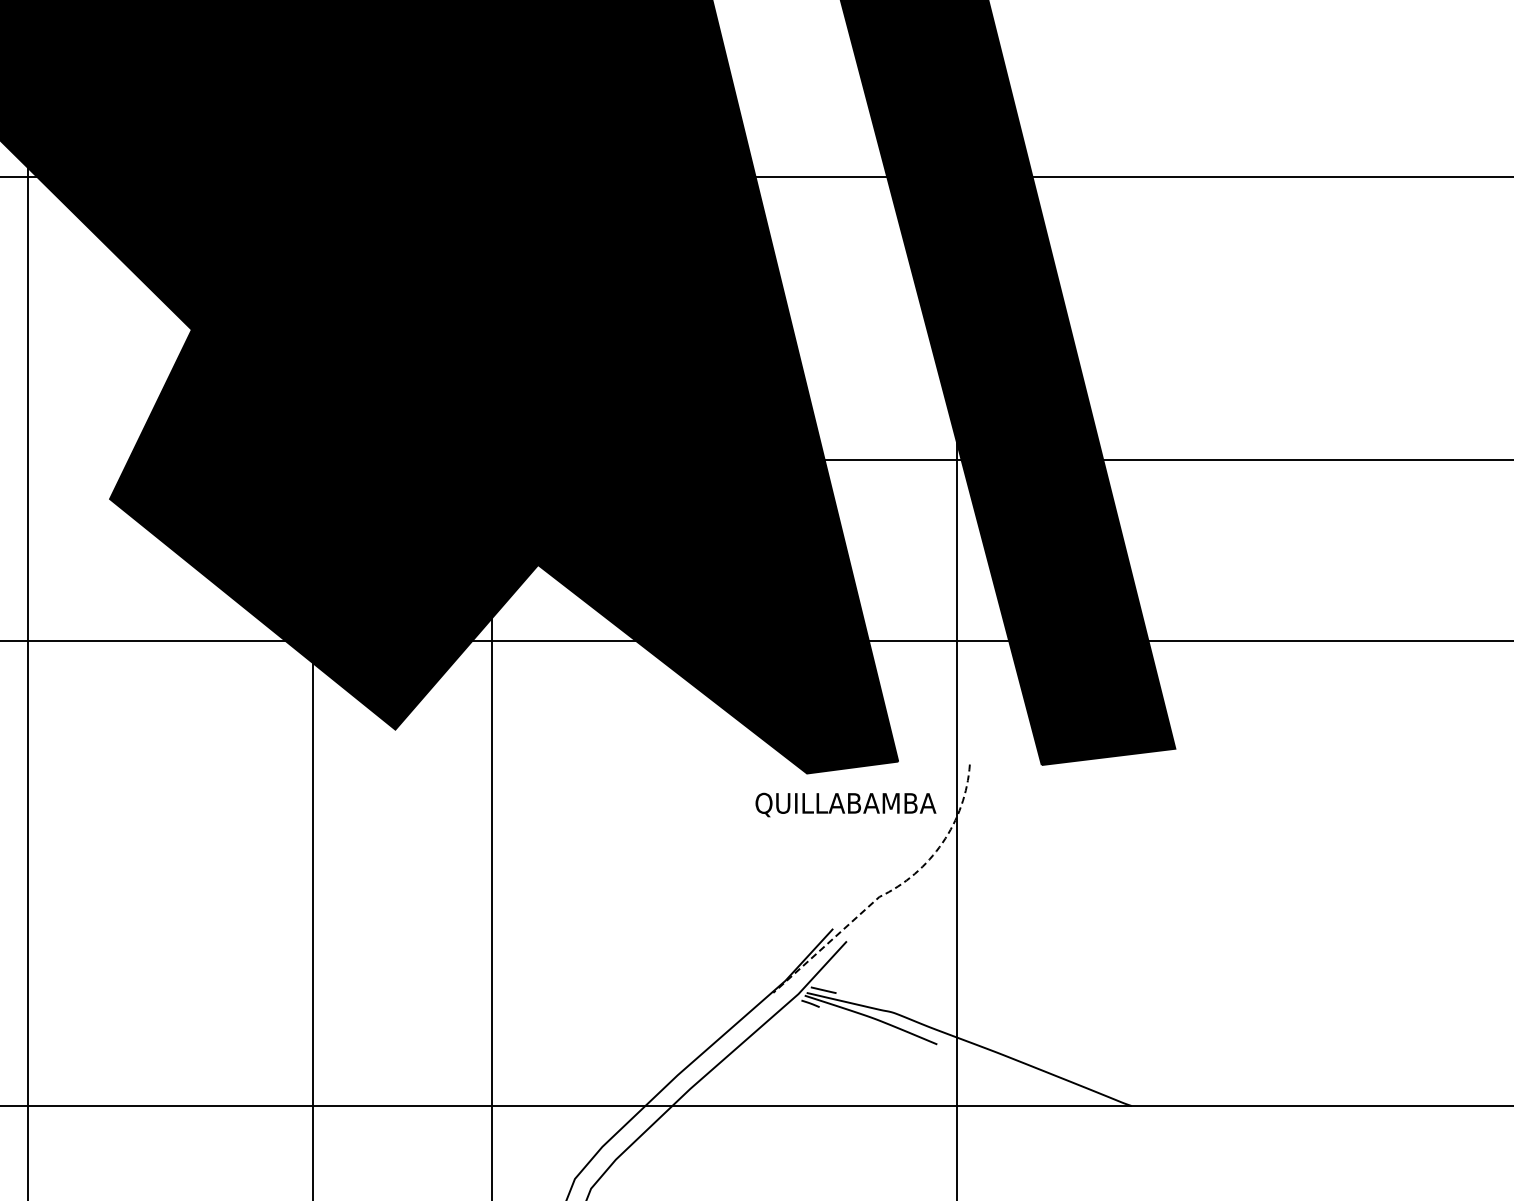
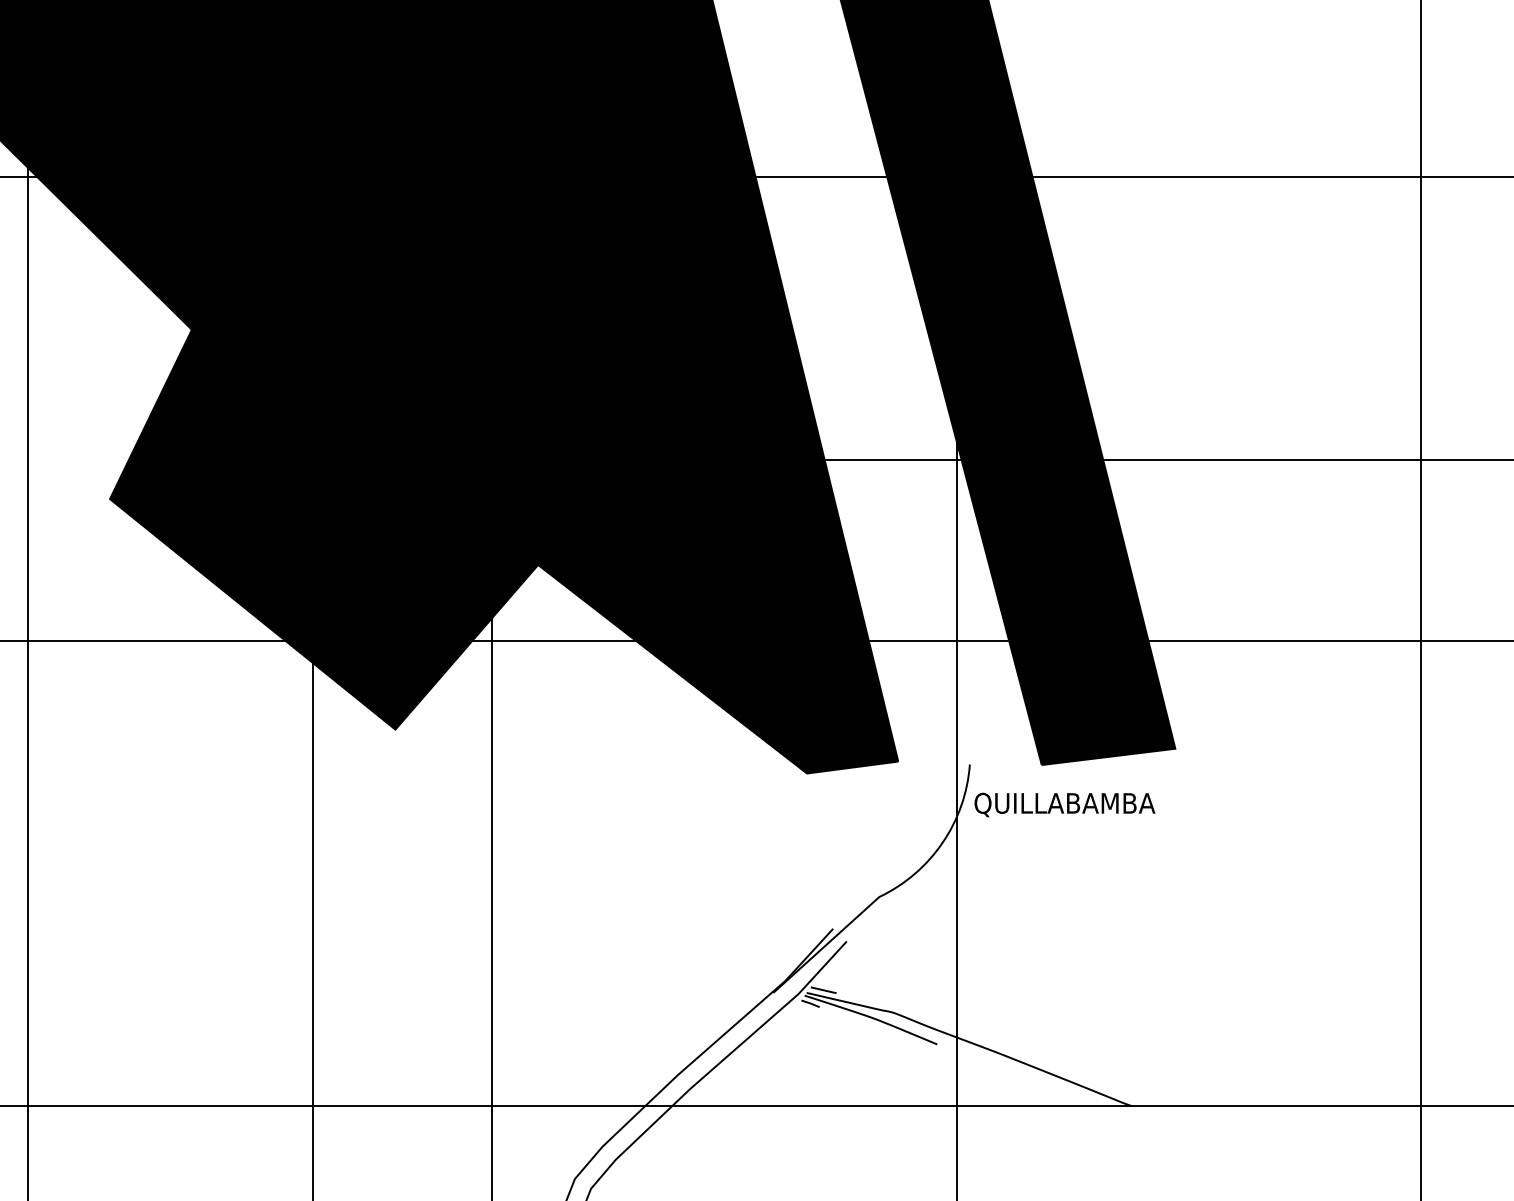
line at (1421, 599): none -> present
text at (845, 804) position: (845, 804) -> (1064, 804)
line at (893, 888): dashed -> solid
